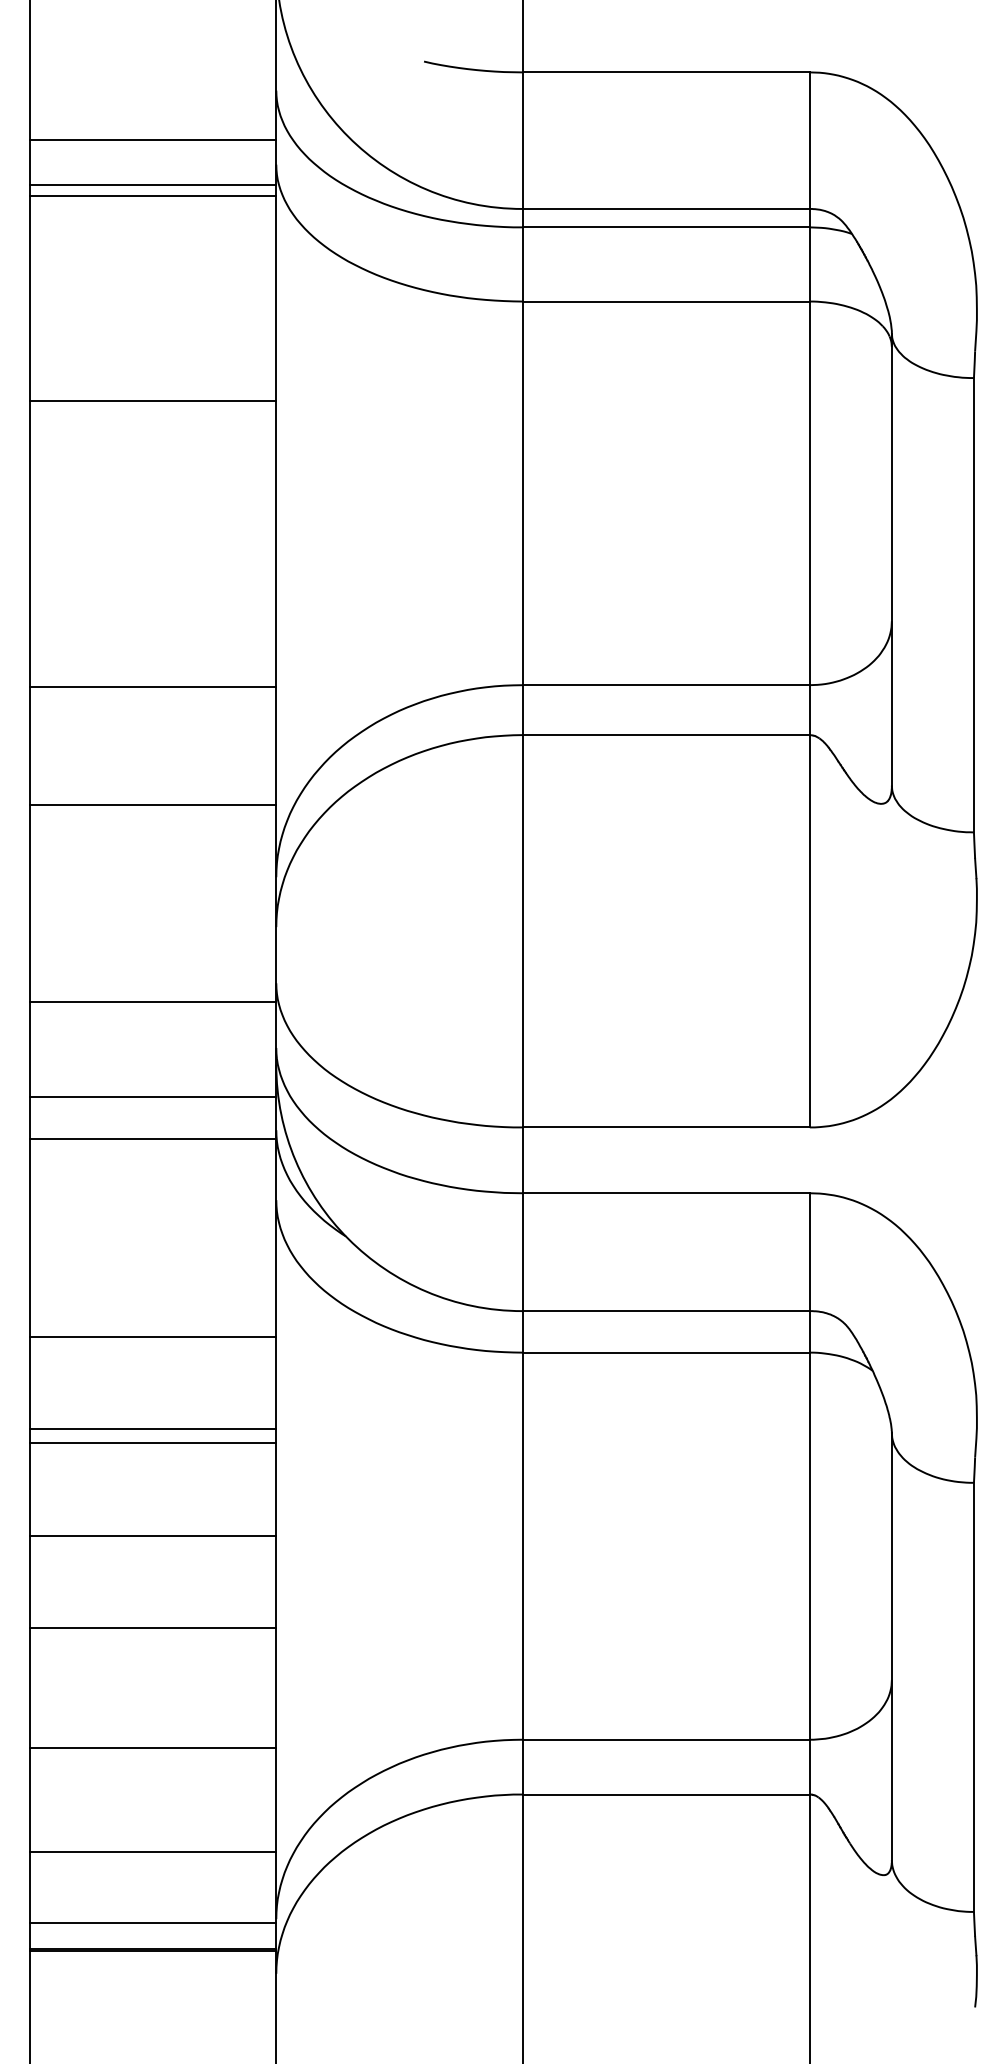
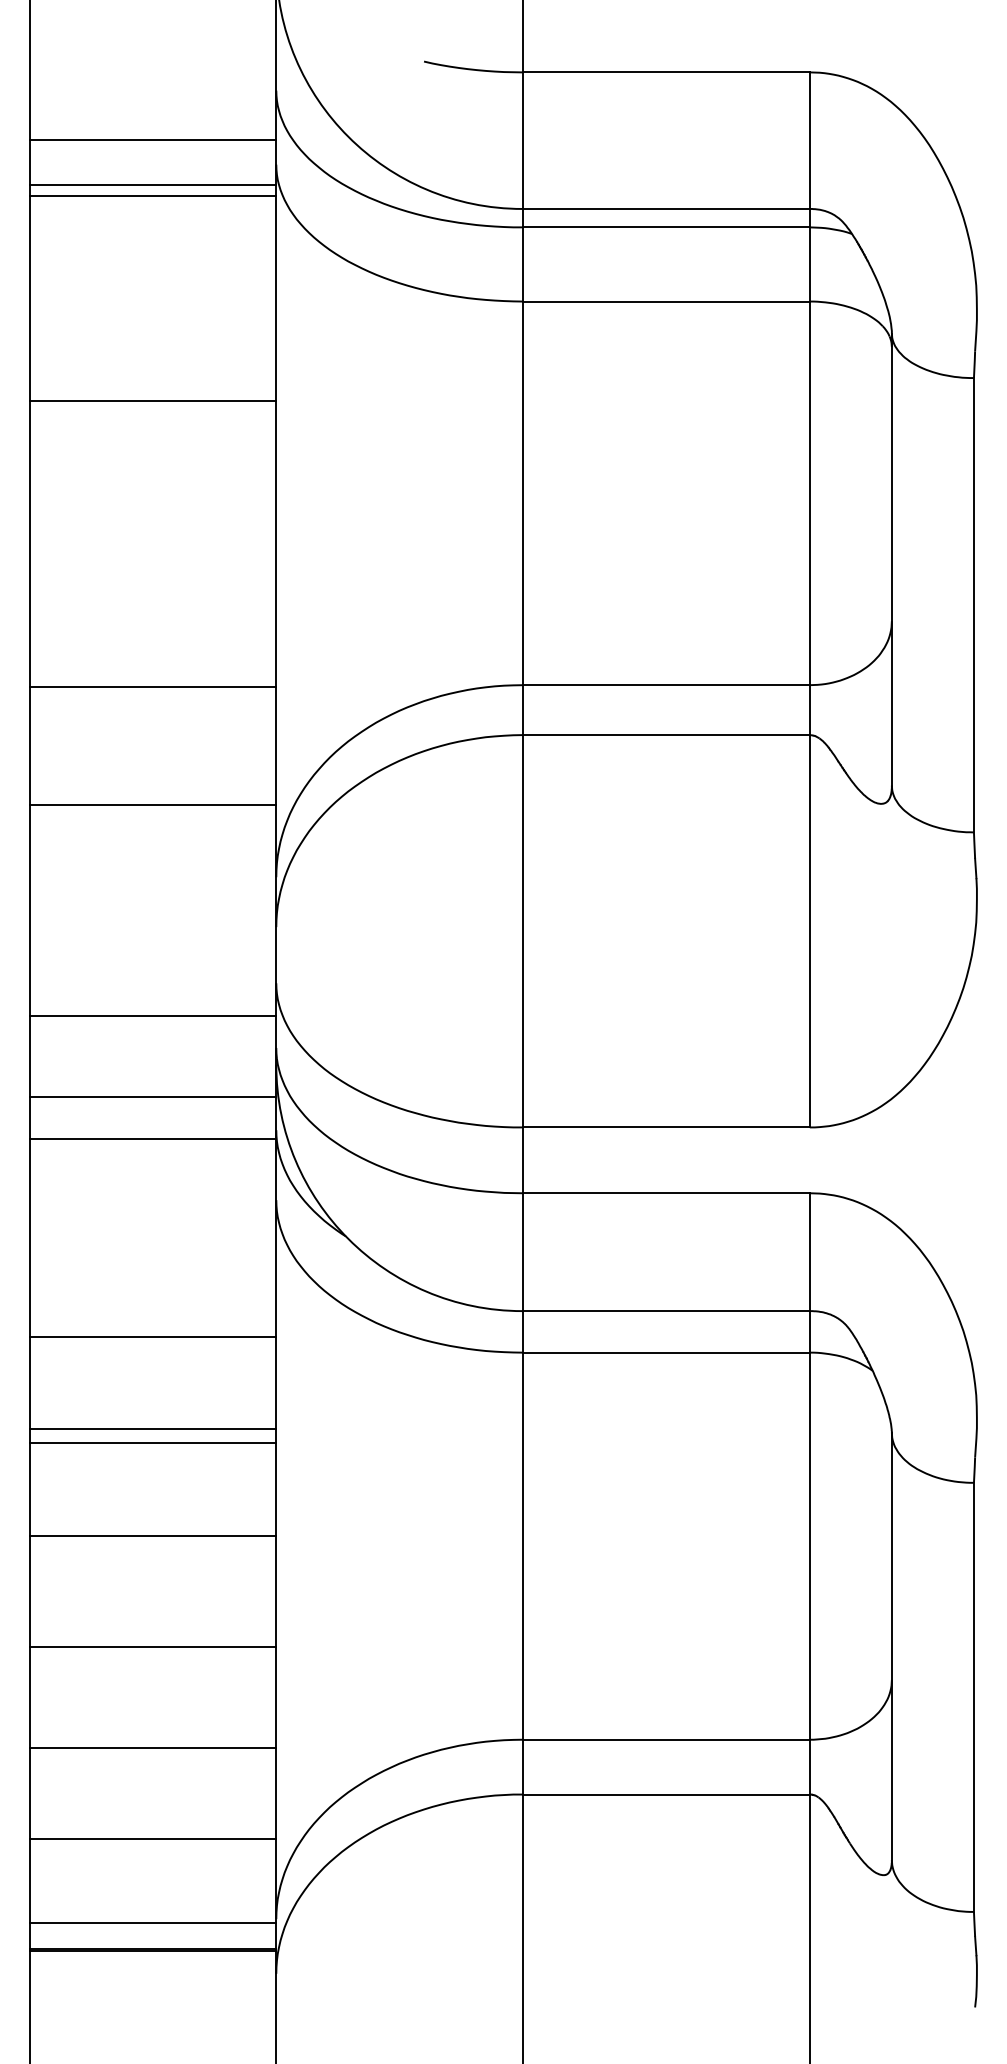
line at (153, 1002) position: (153, 1002) -> (153, 1016)
line at (153, 1627) position: (153, 1627) -> (153, 1646)
line at (153, 1851) position: (153, 1851) -> (153, 1838)
